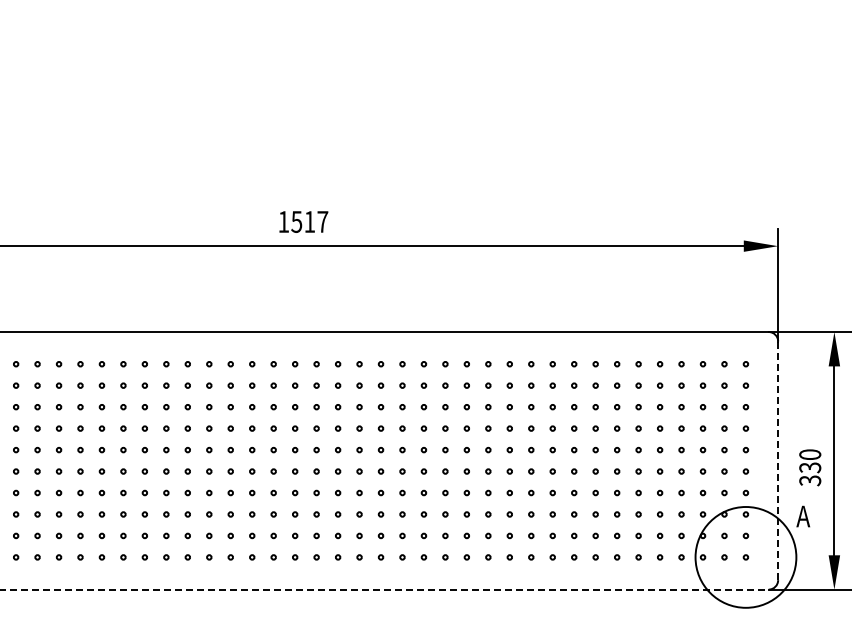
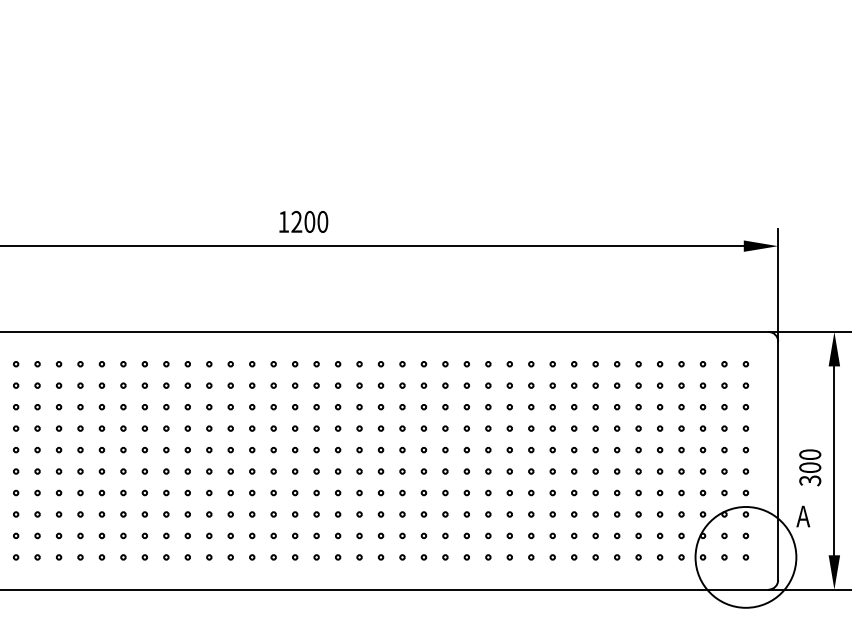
text at (309, 221): 1517 -> 1200
line at (778, 460): dashed -> solid
text at (810, 467): 330 -> 300
line at (384, 589): dashed -> solid
